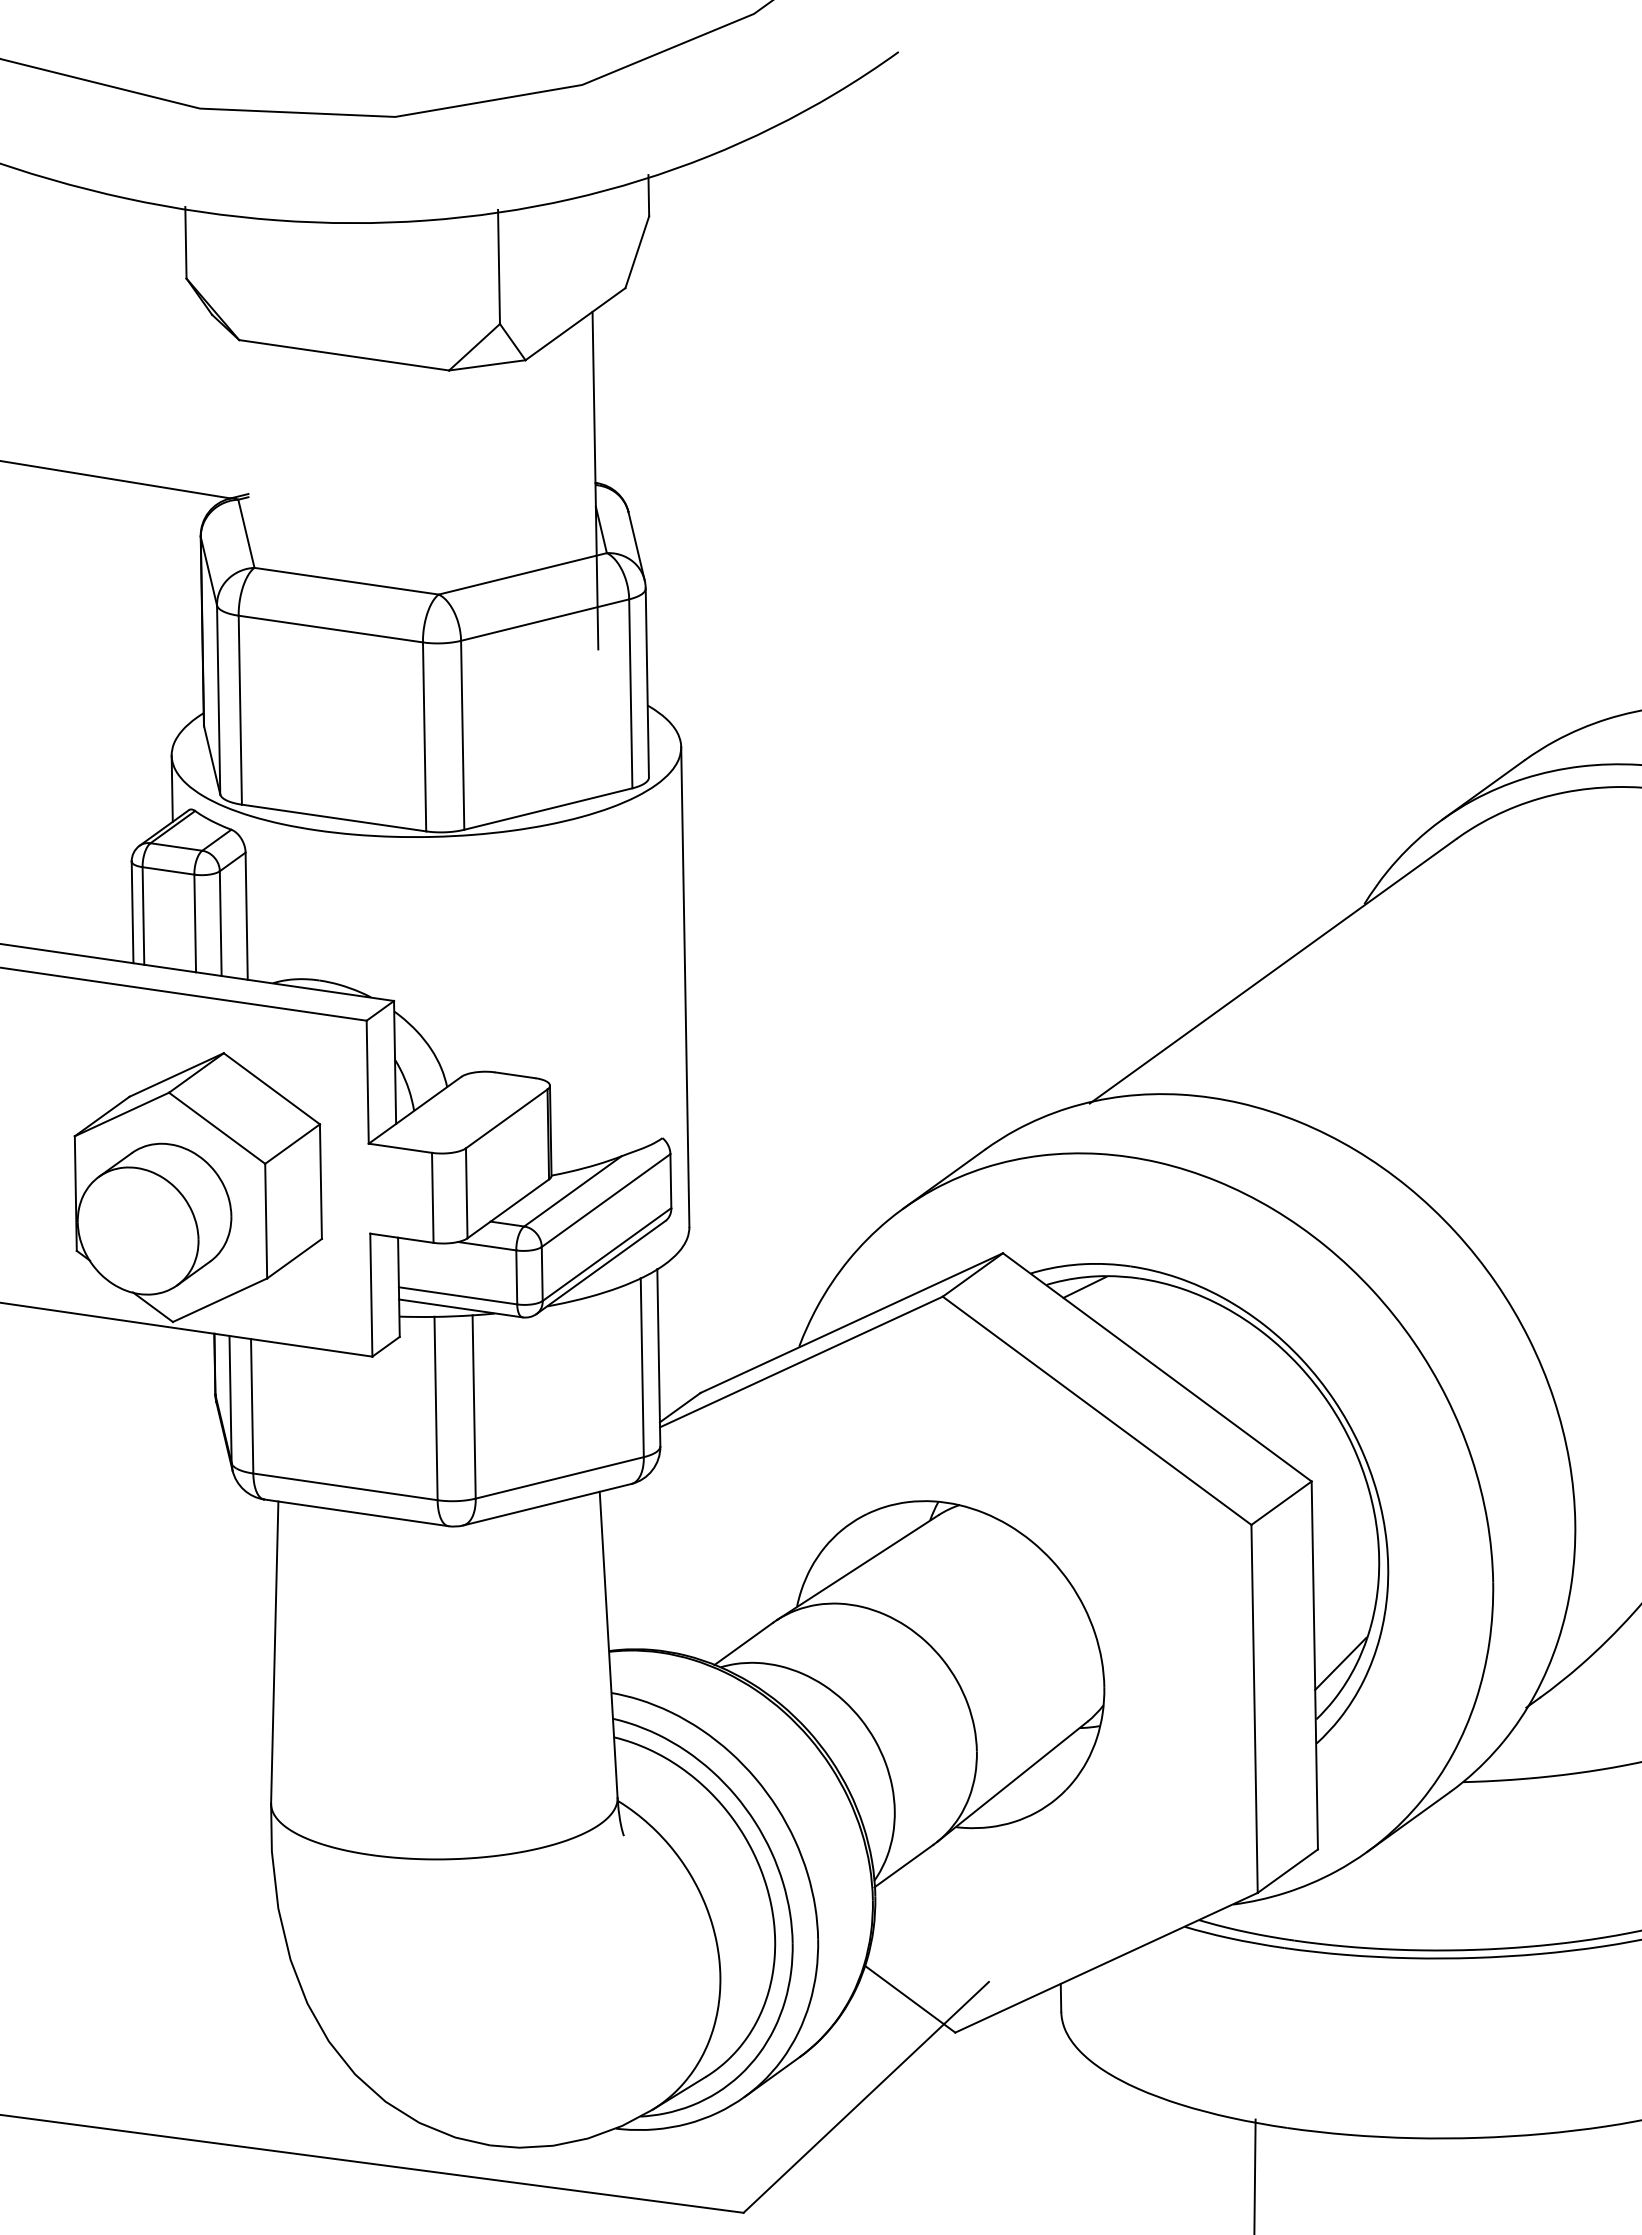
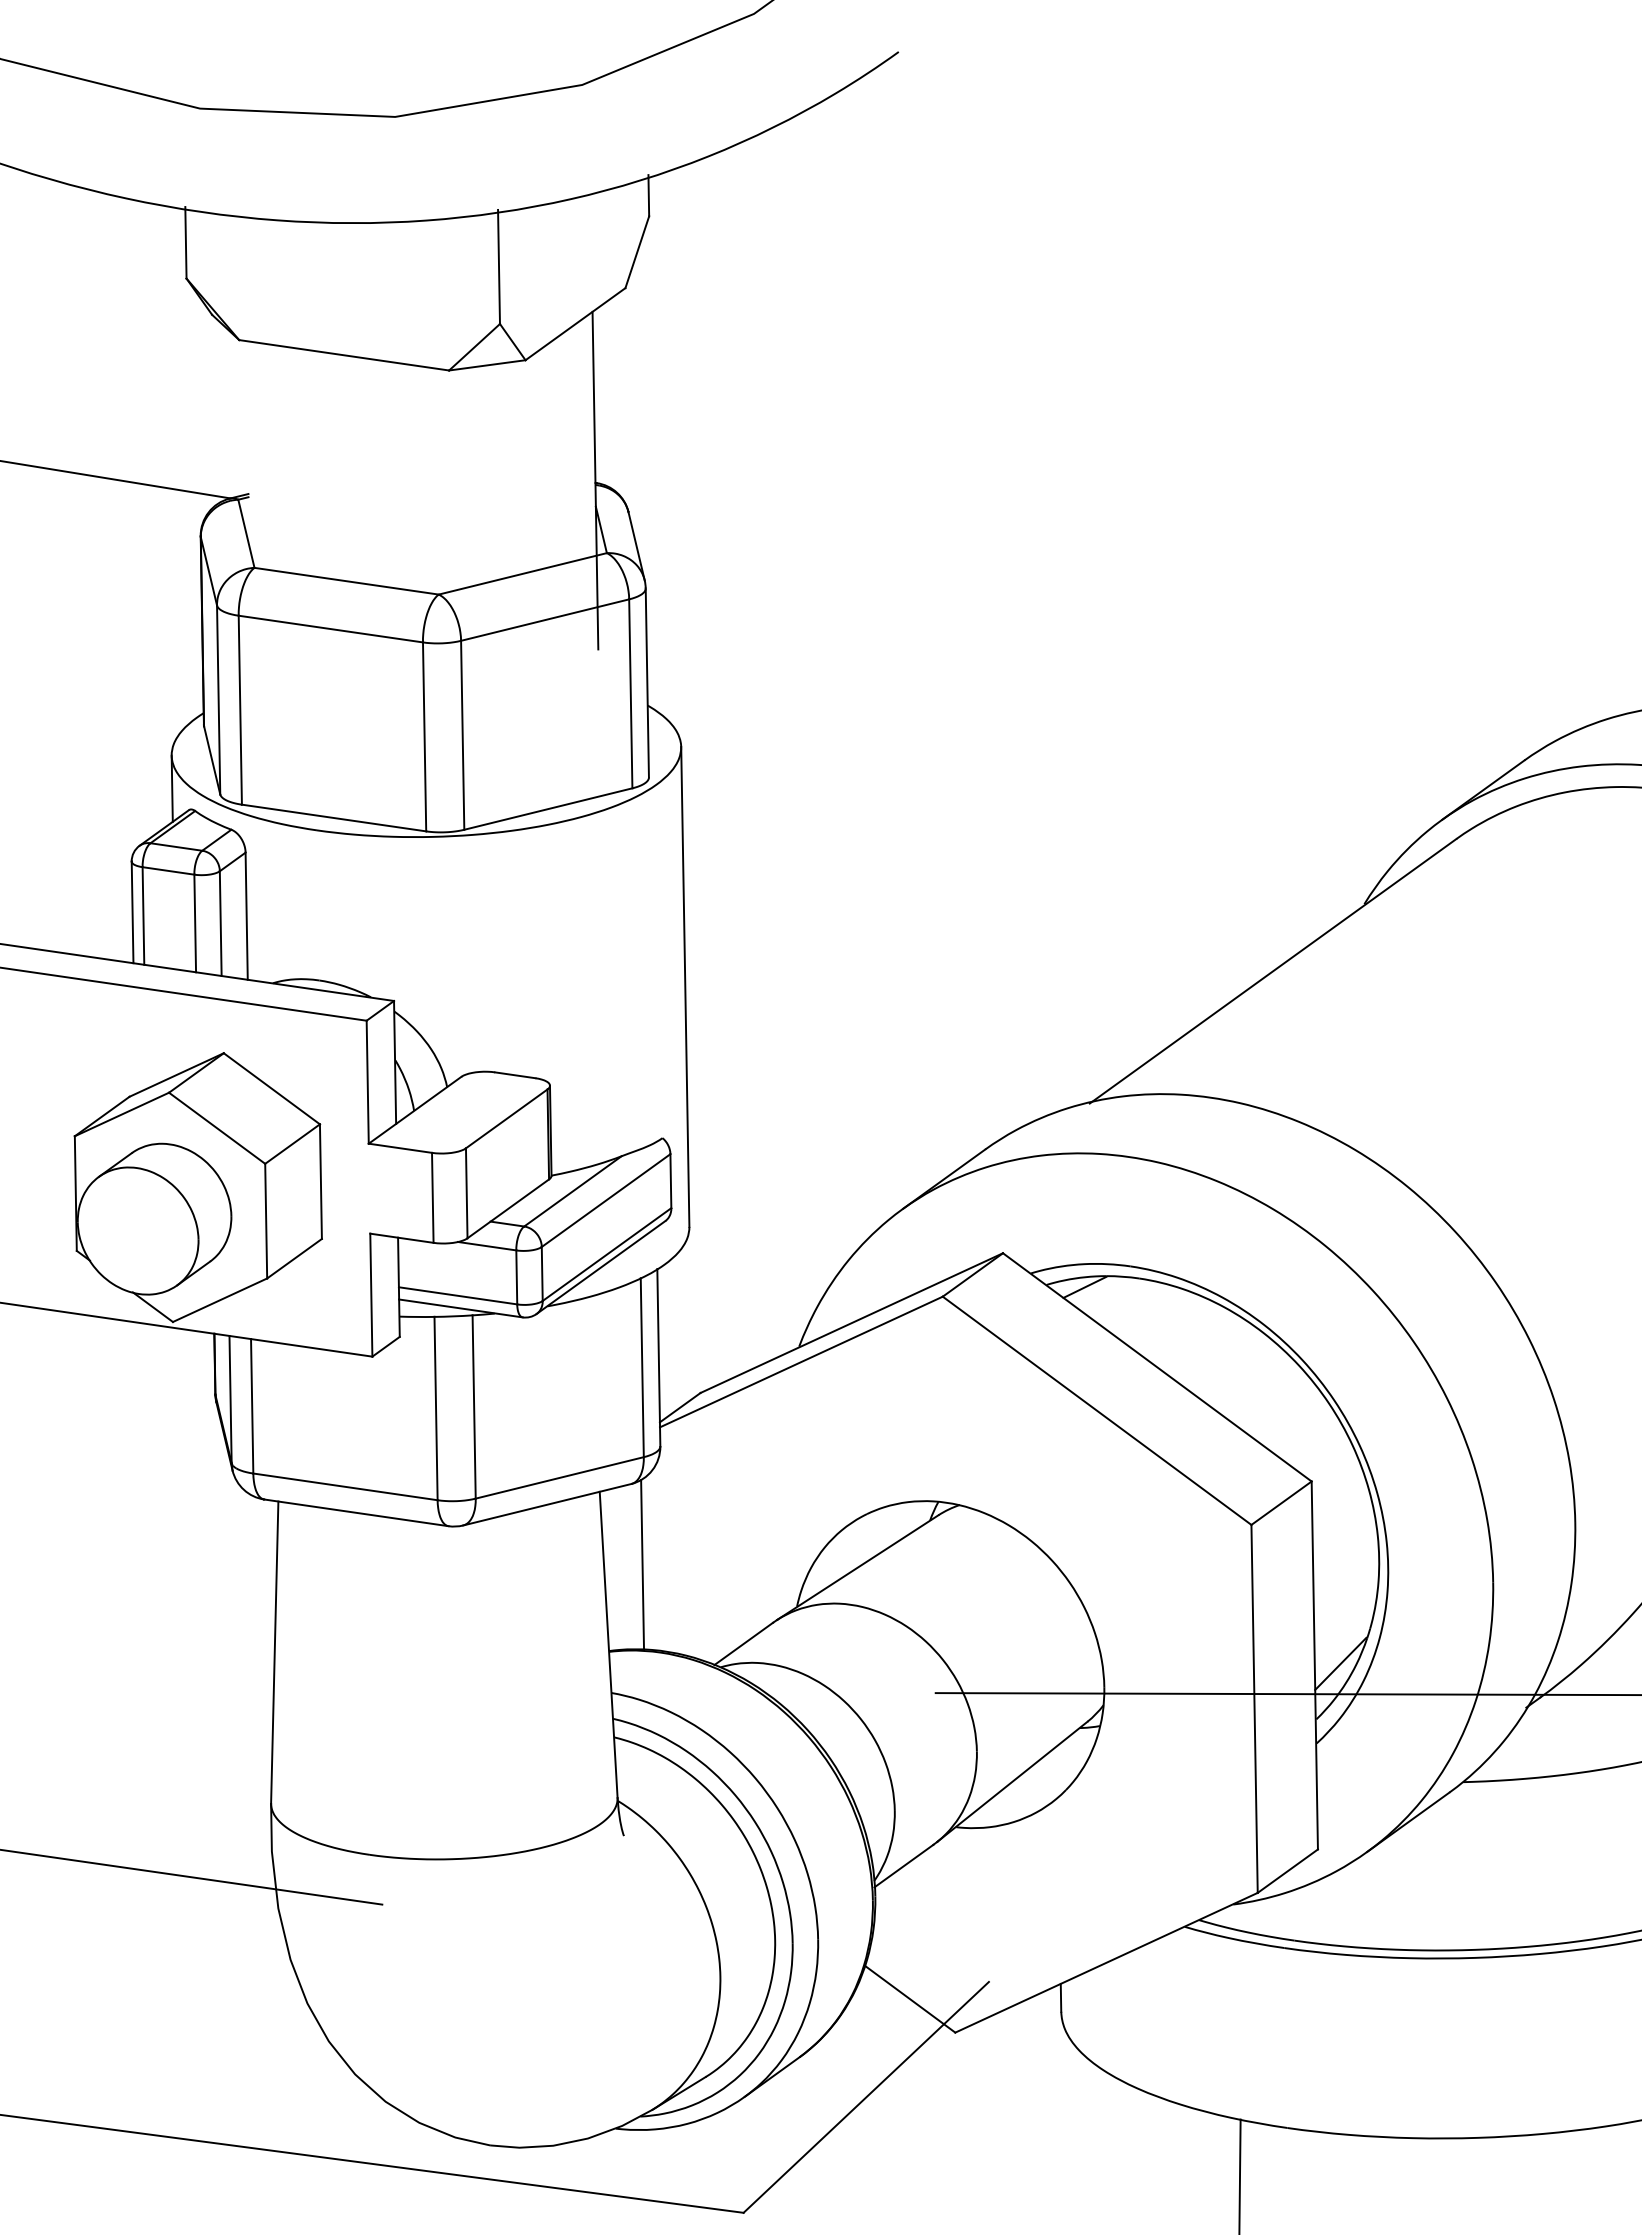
line at (642, 1564): none -> present
line at (1286, 1694): none -> present
line at (192, 1877): none -> present
line at (1254, 2175) position: (1254, 2175) -> (1239, 2175)
